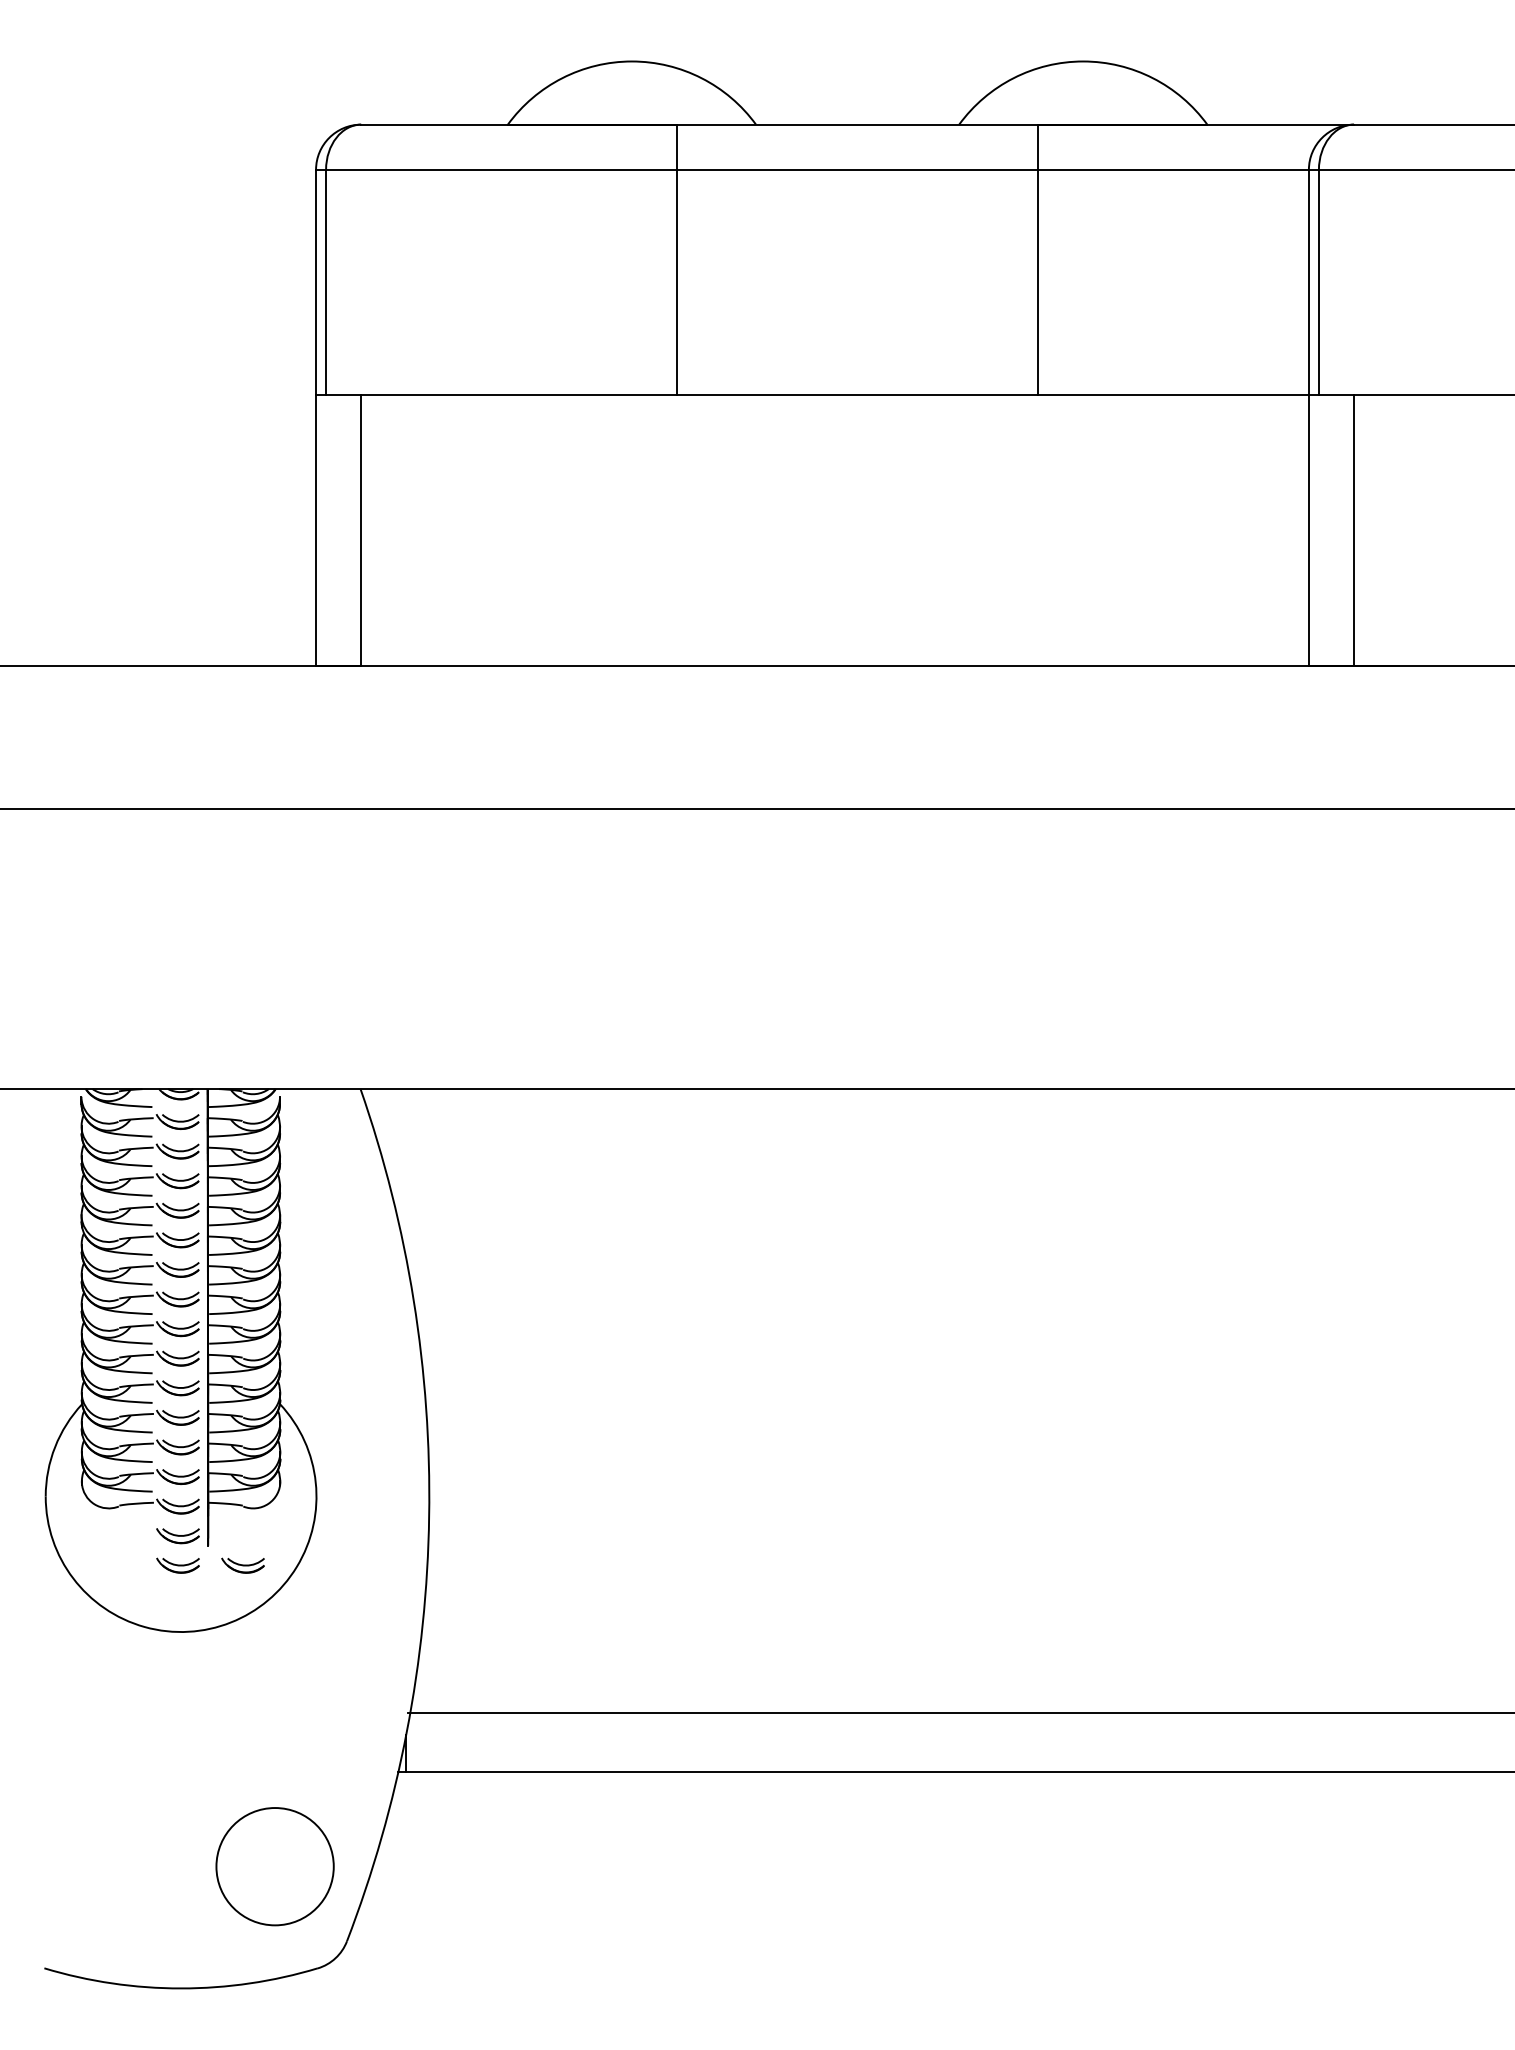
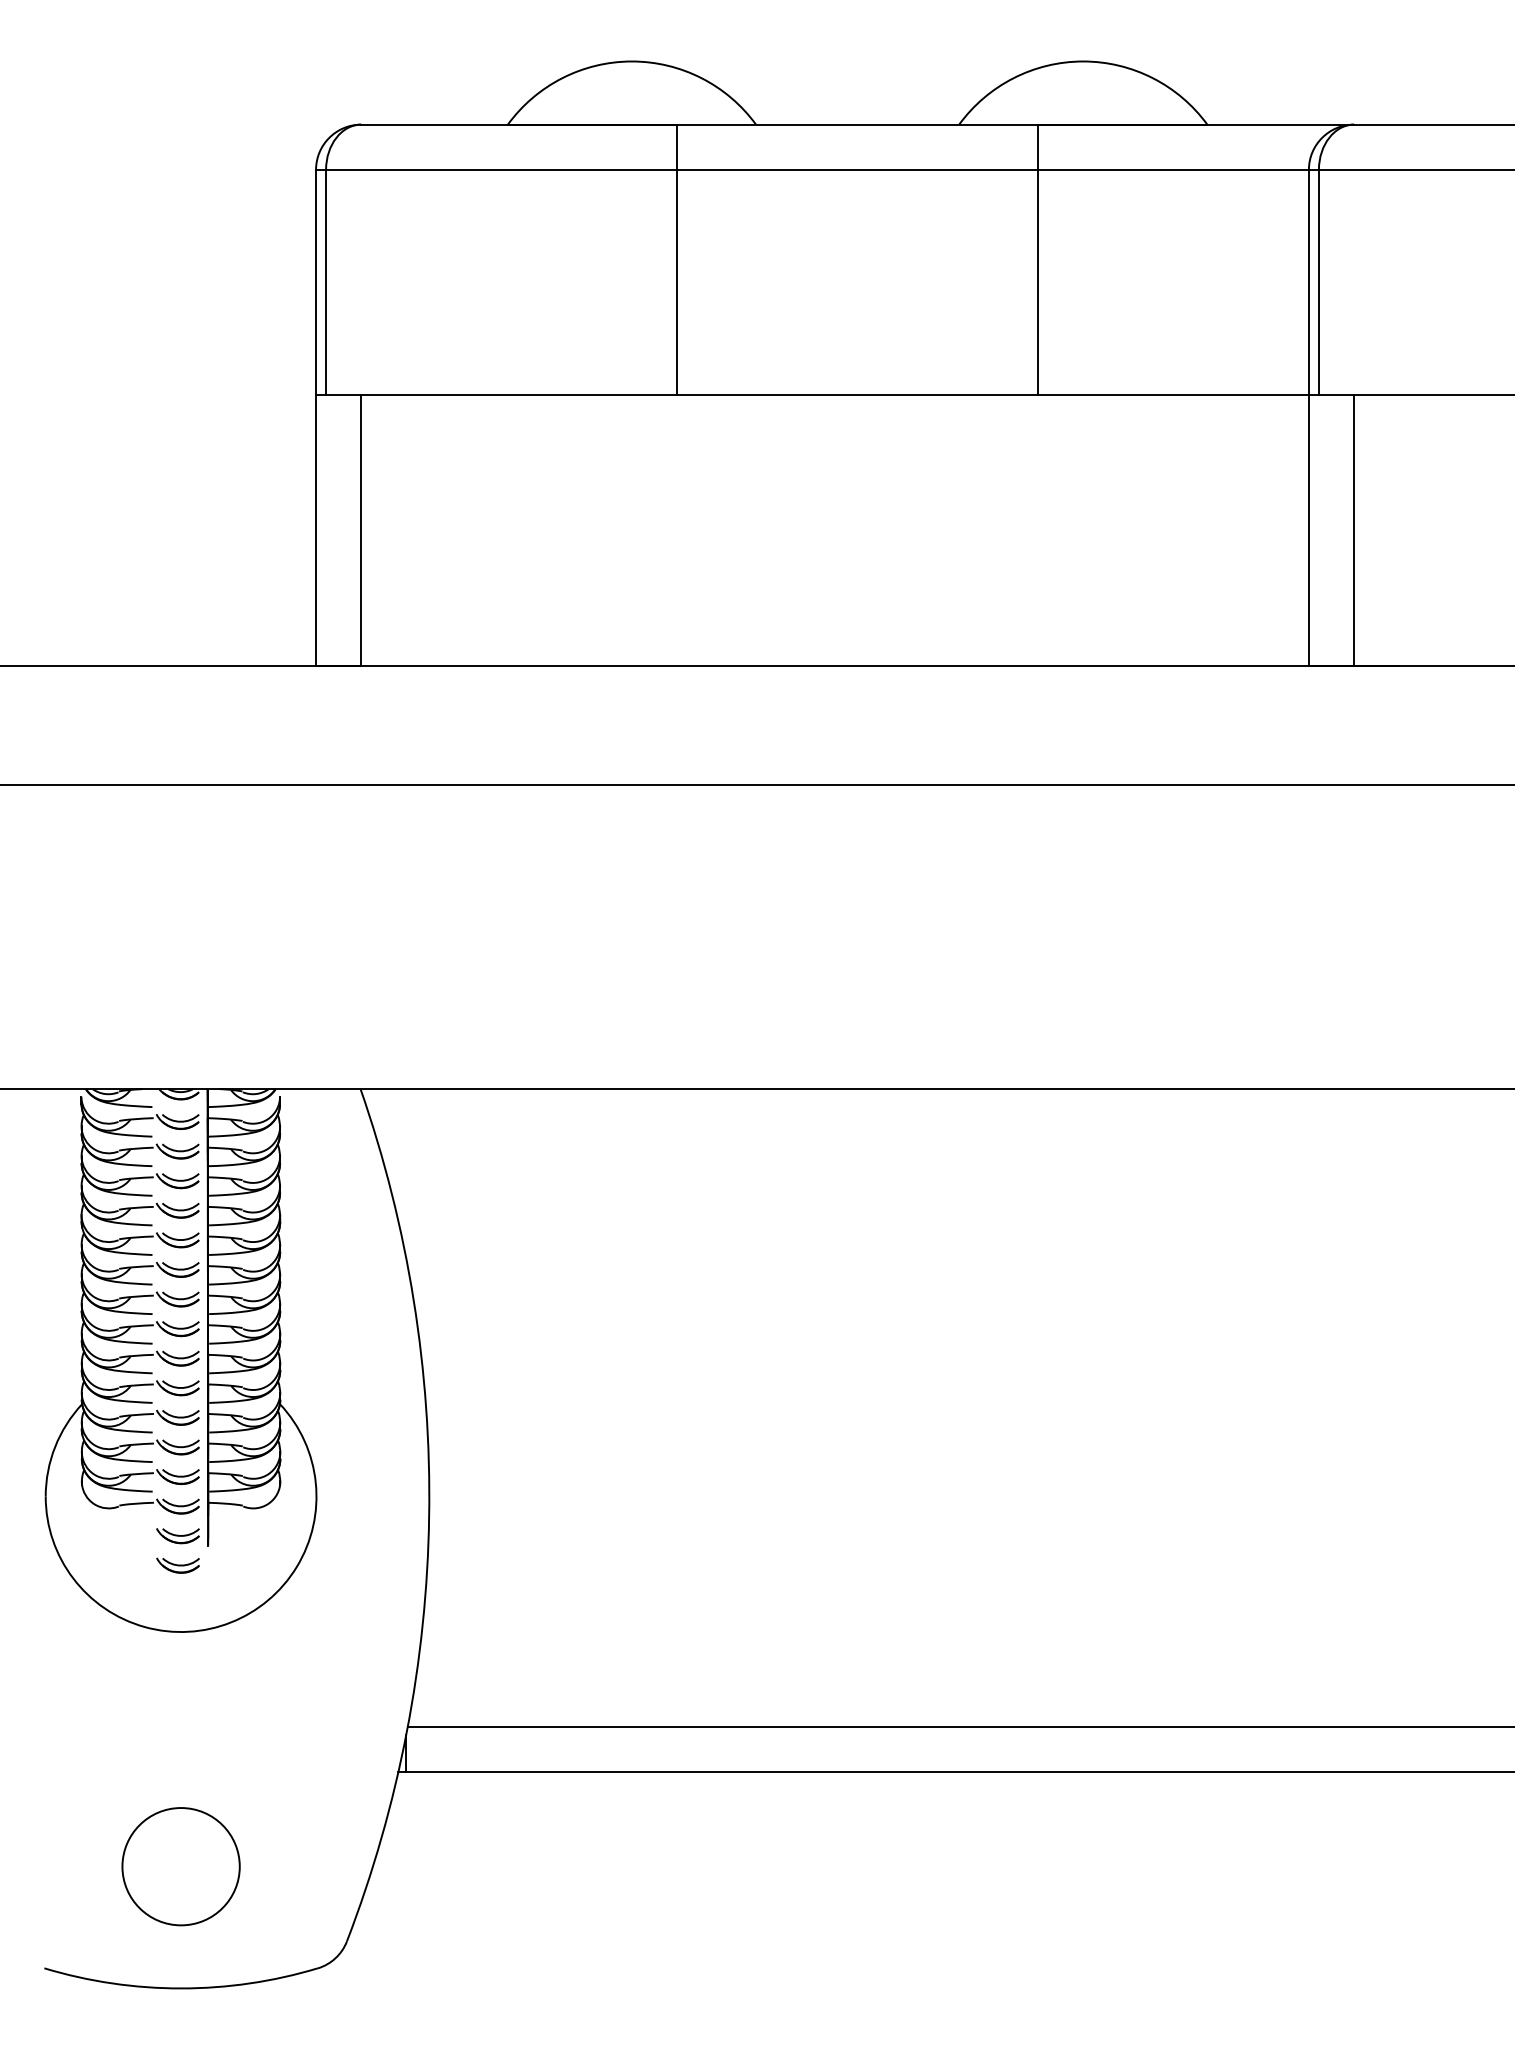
line at (756, 808) position: (756, 808) -> (756, 784)
part at (242, 1565): present -> none
line at (959, 1712) position: (959, 1712) -> (959, 1726)
part at (274, 1866) position: (274, 1866) -> (180, 1866)
